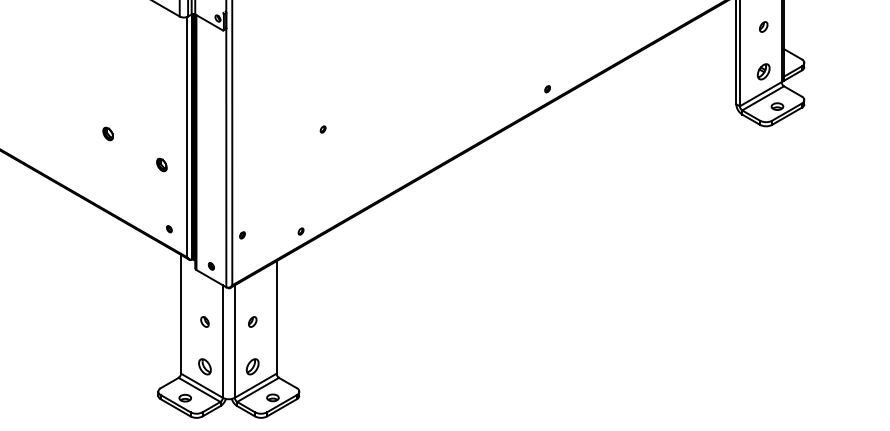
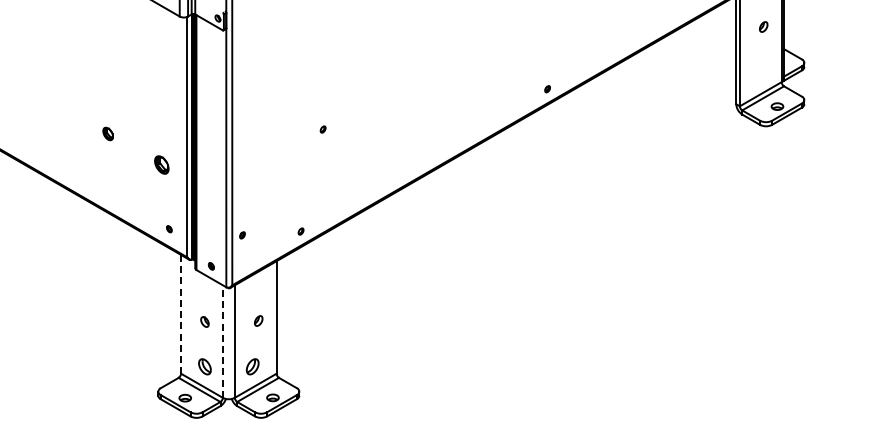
part at (763, 71): present -> none
part at (161, 164) size: 12x16 px -> 16x20 px
line at (181, 314): solid -> dashed
part at (252, 321) position: (252, 321) -> (258, 320)
line at (222, 341): solid -> dashed
